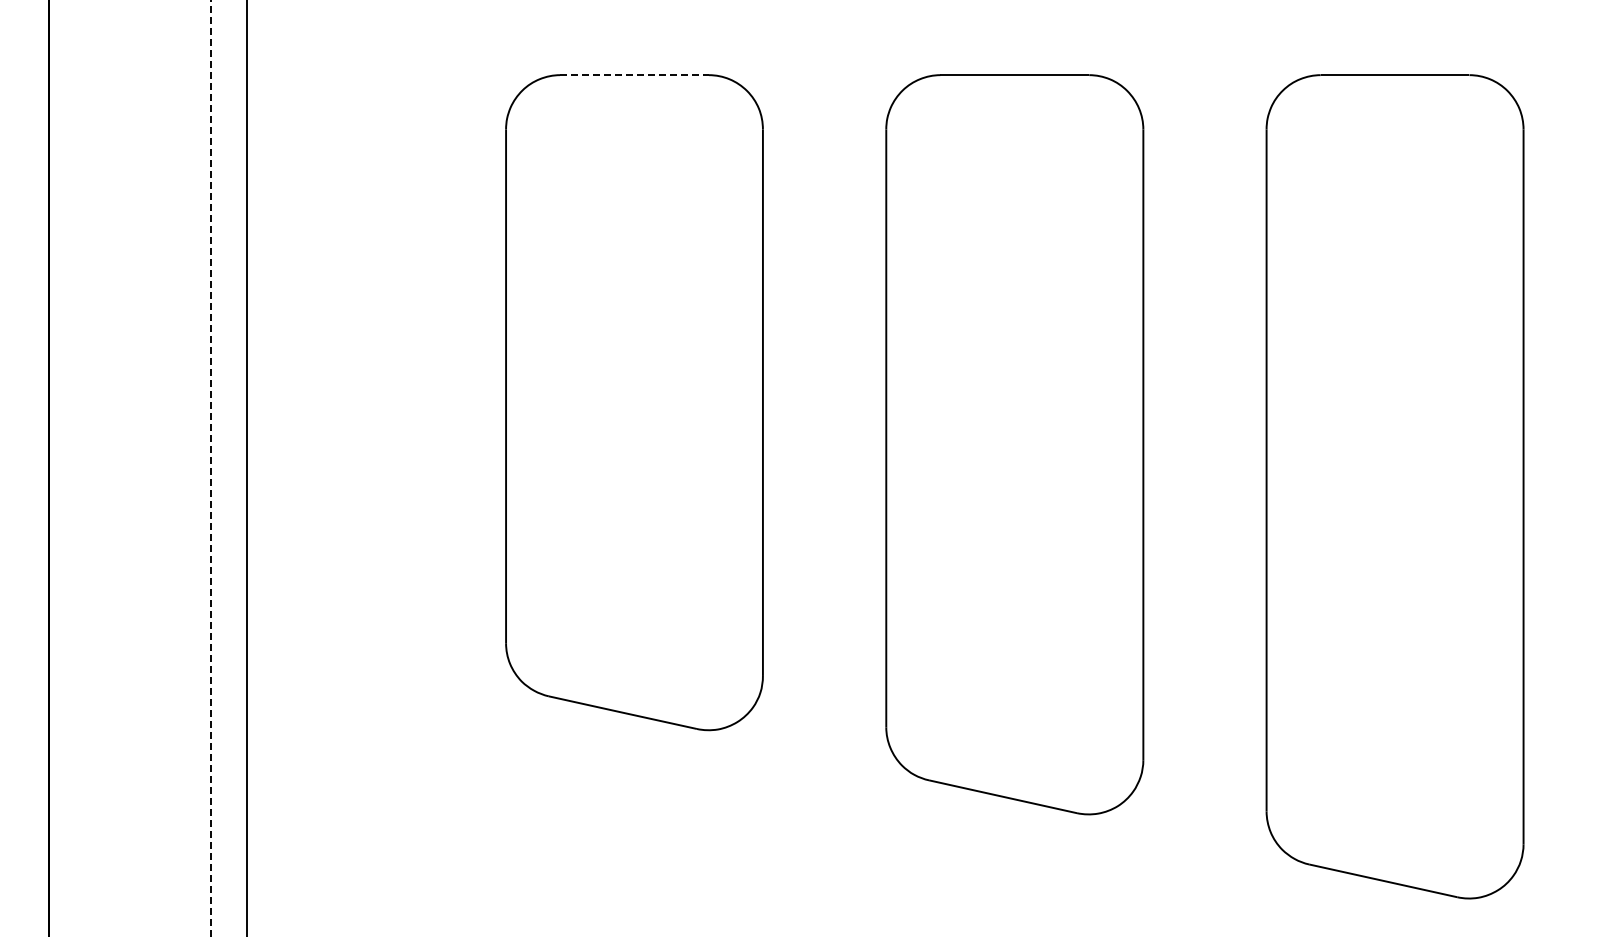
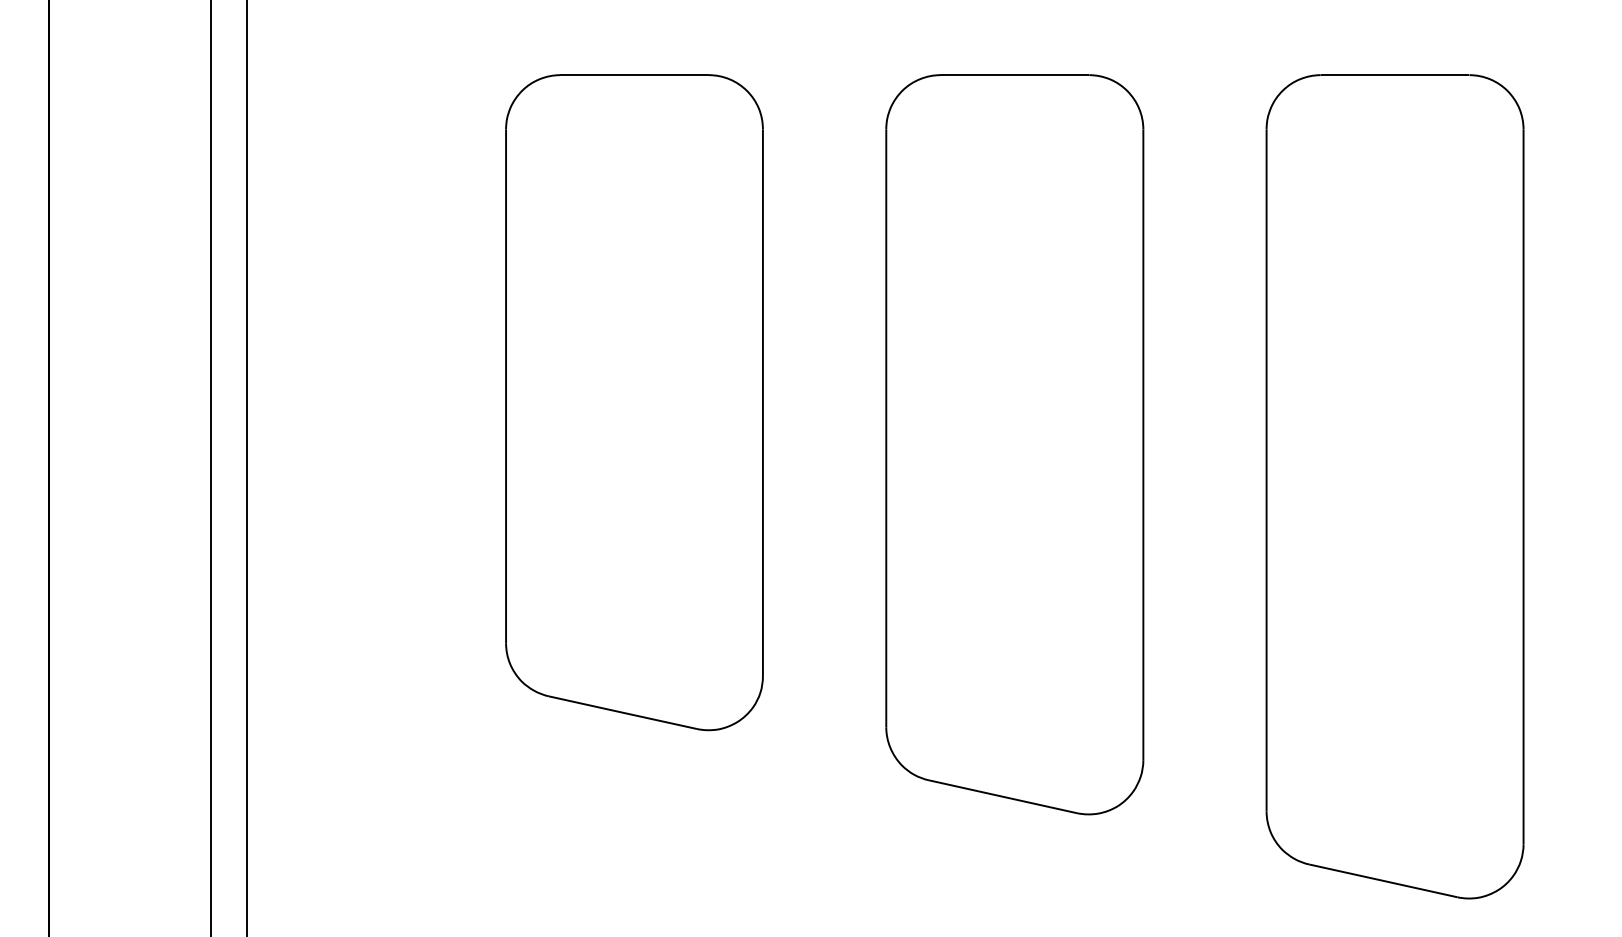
line at (635, 75): dashed -> solid
line at (210, 468): dashed -> solid
